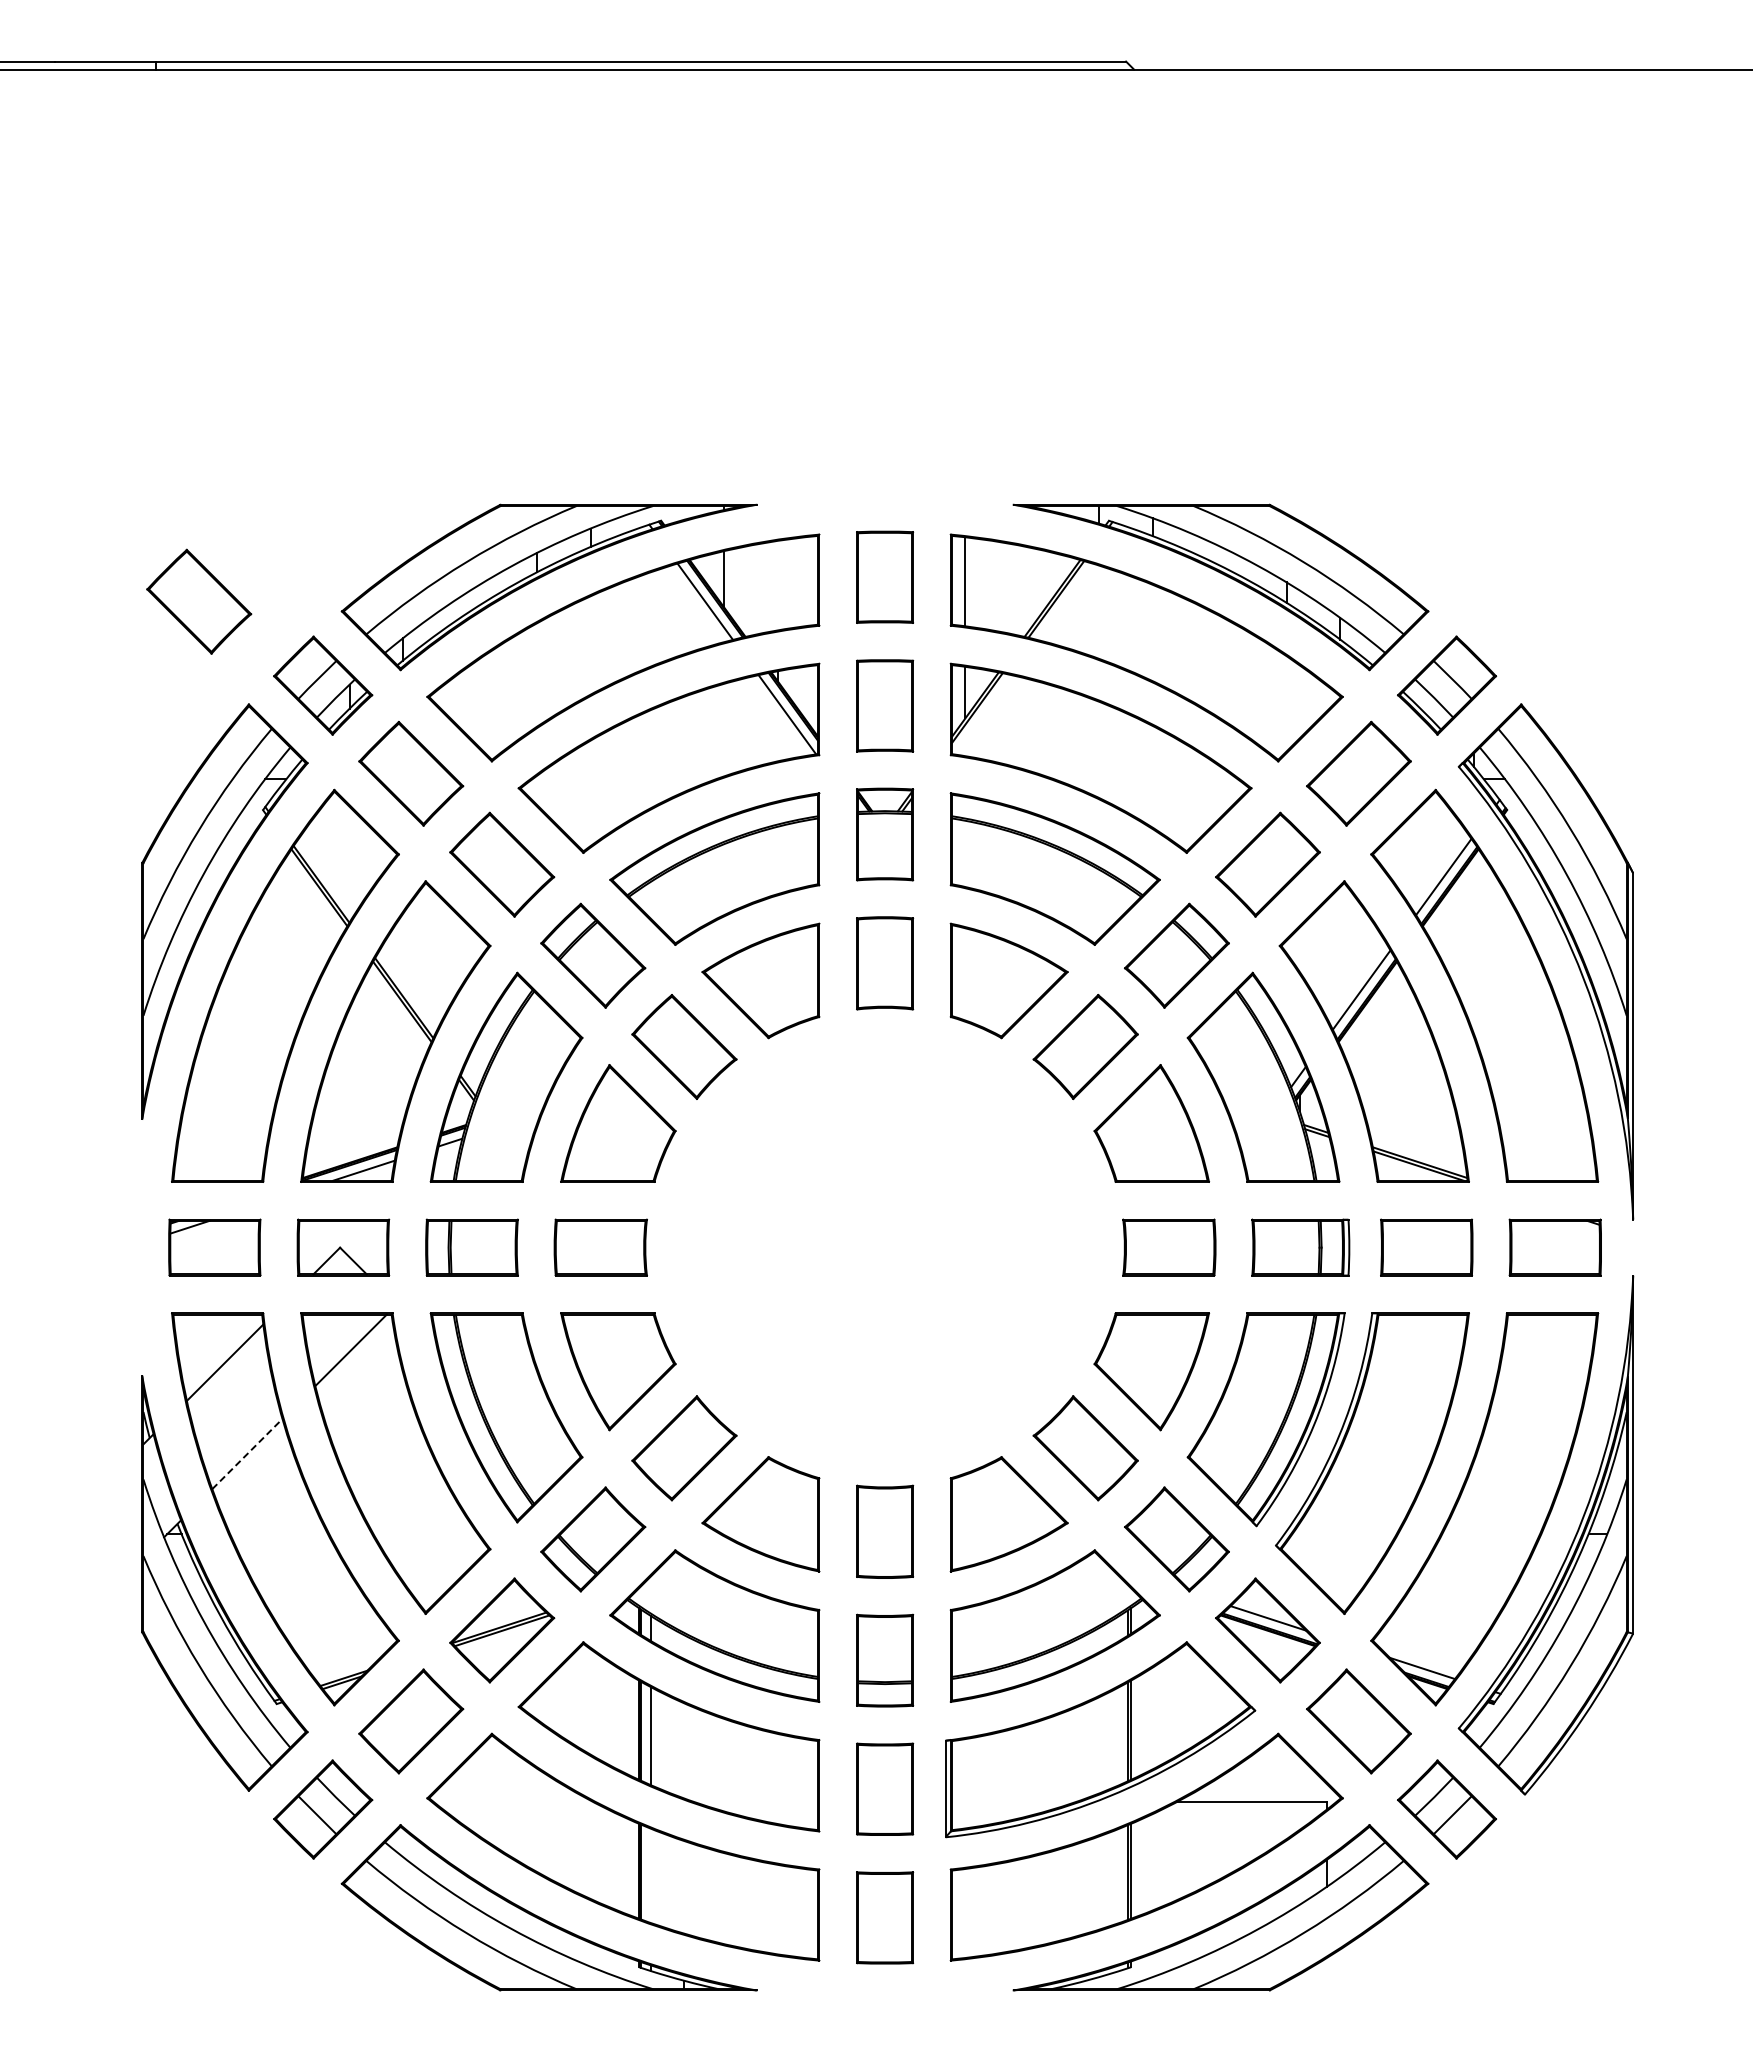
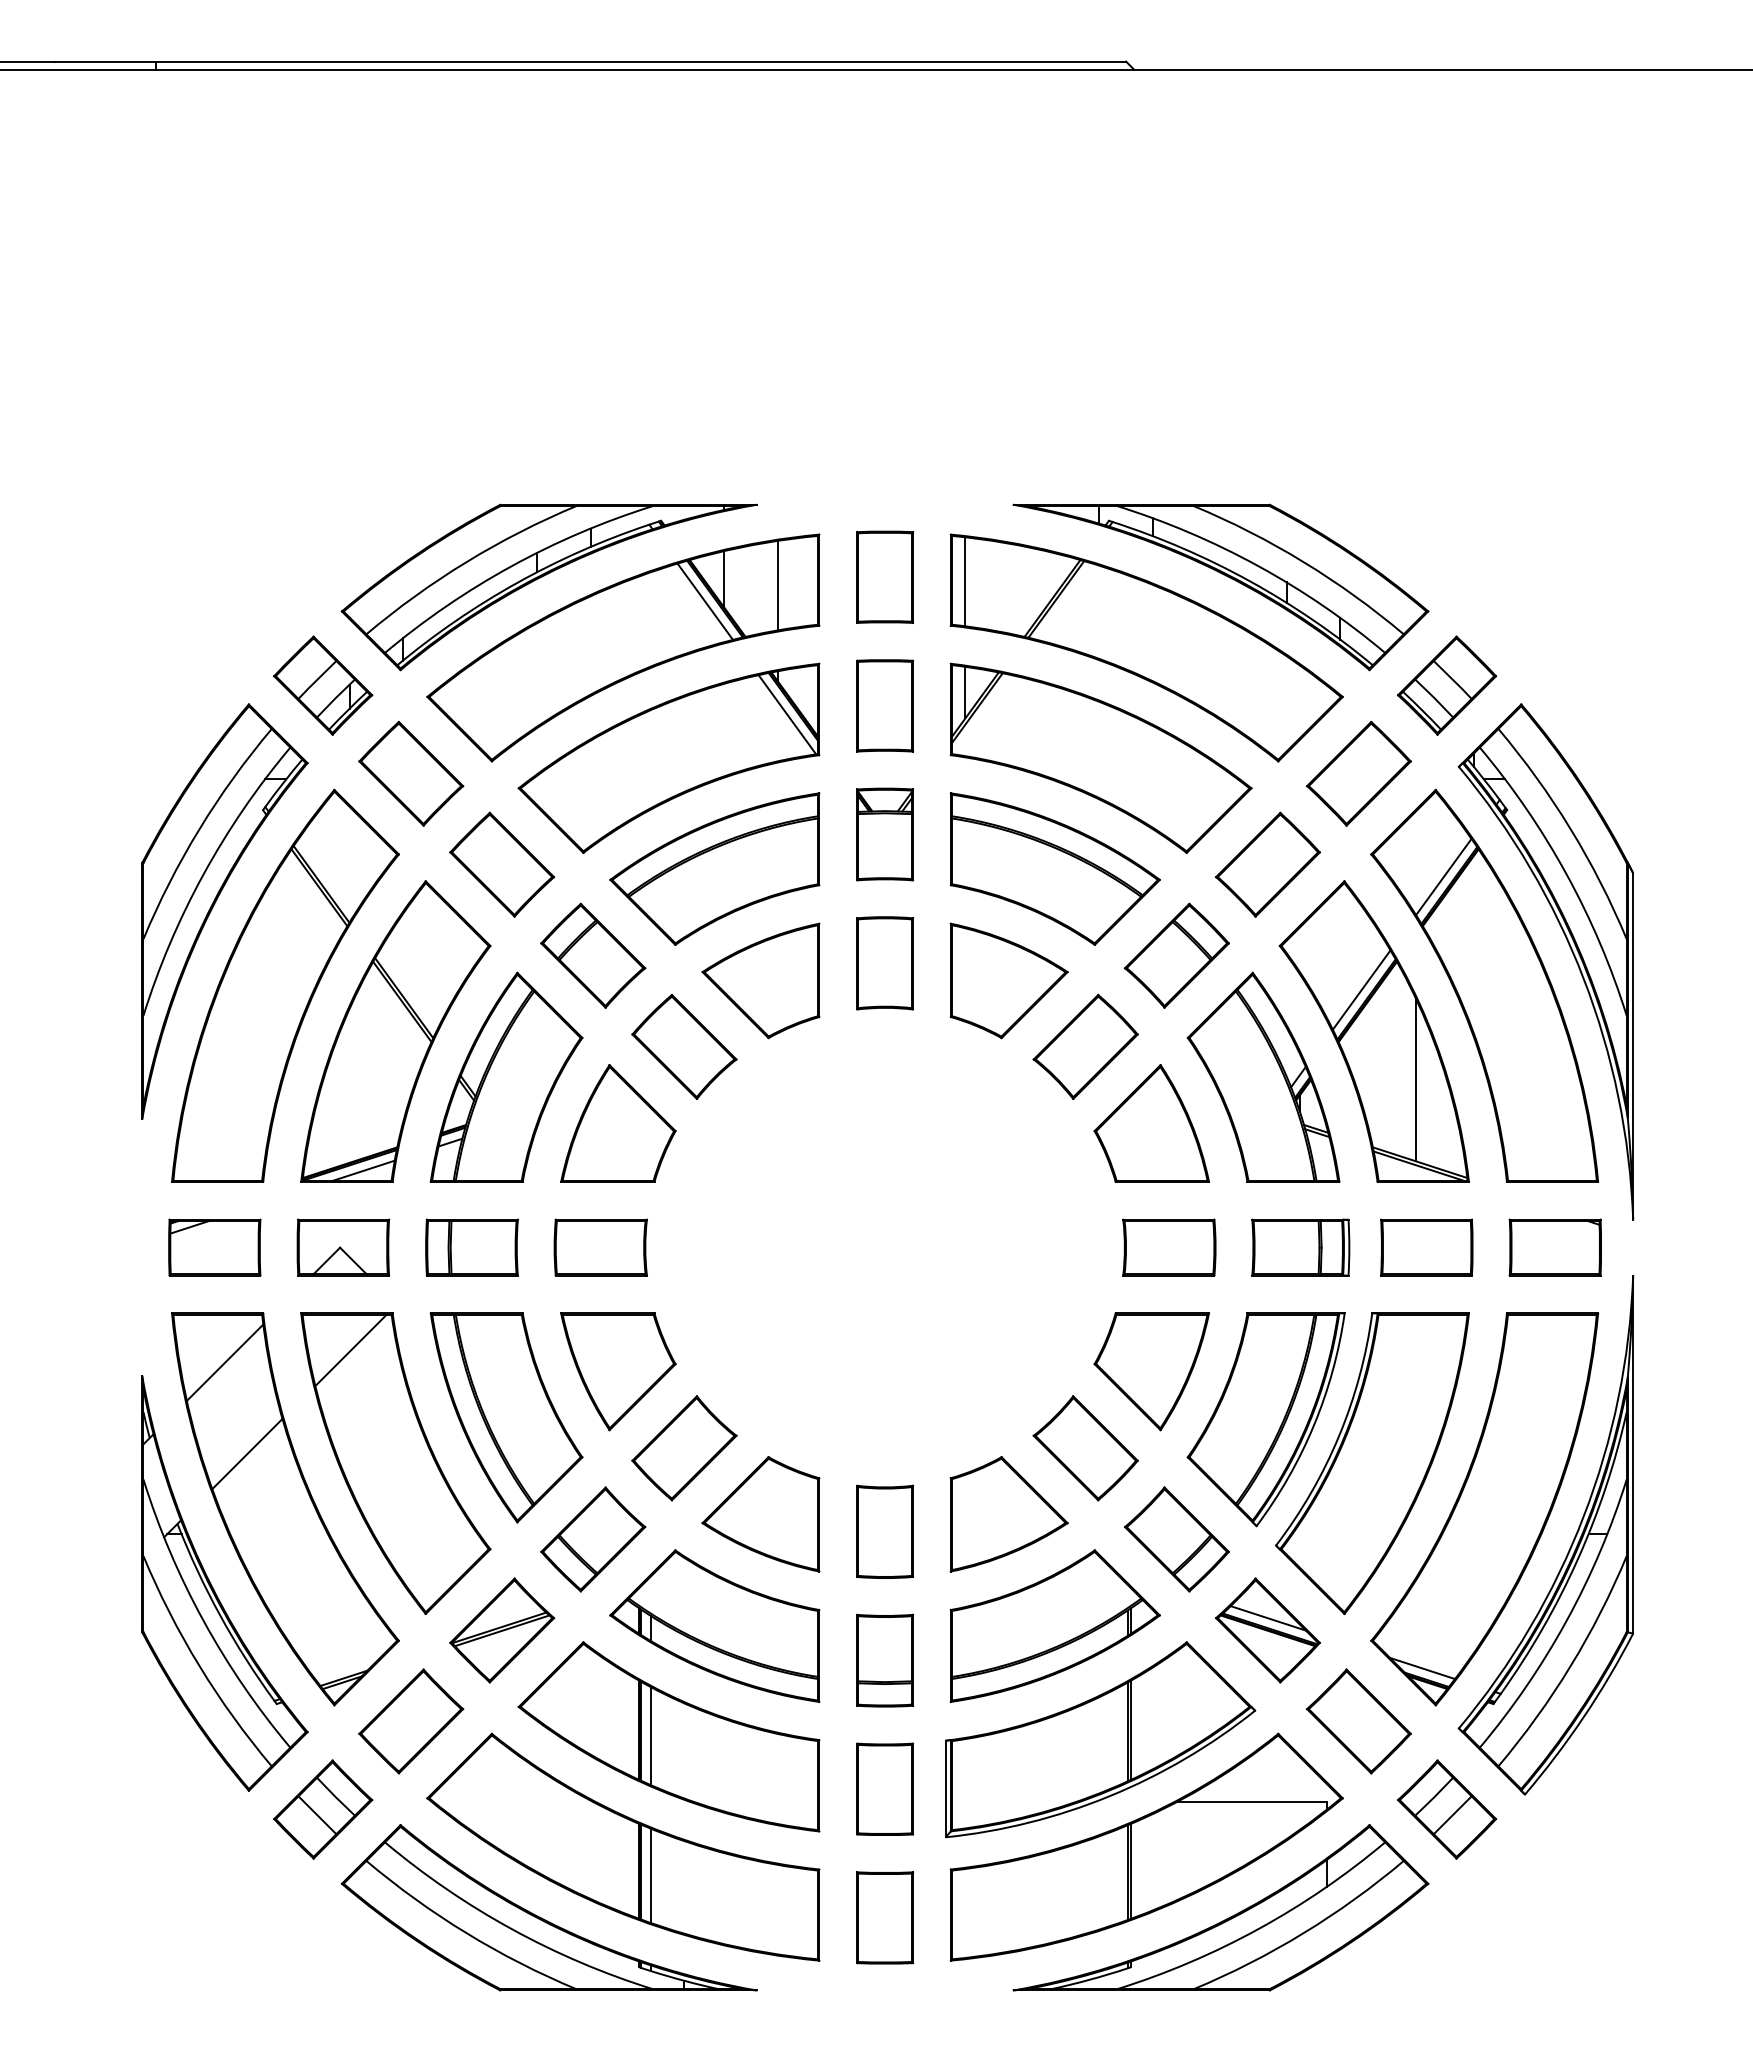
line at (778, 585): none -> present
part at (199, 601): present -> none
line at (1415, 1079): none -> present
line at (247, 1454): dashed -> solid
line at (650, 1875): none -> present
